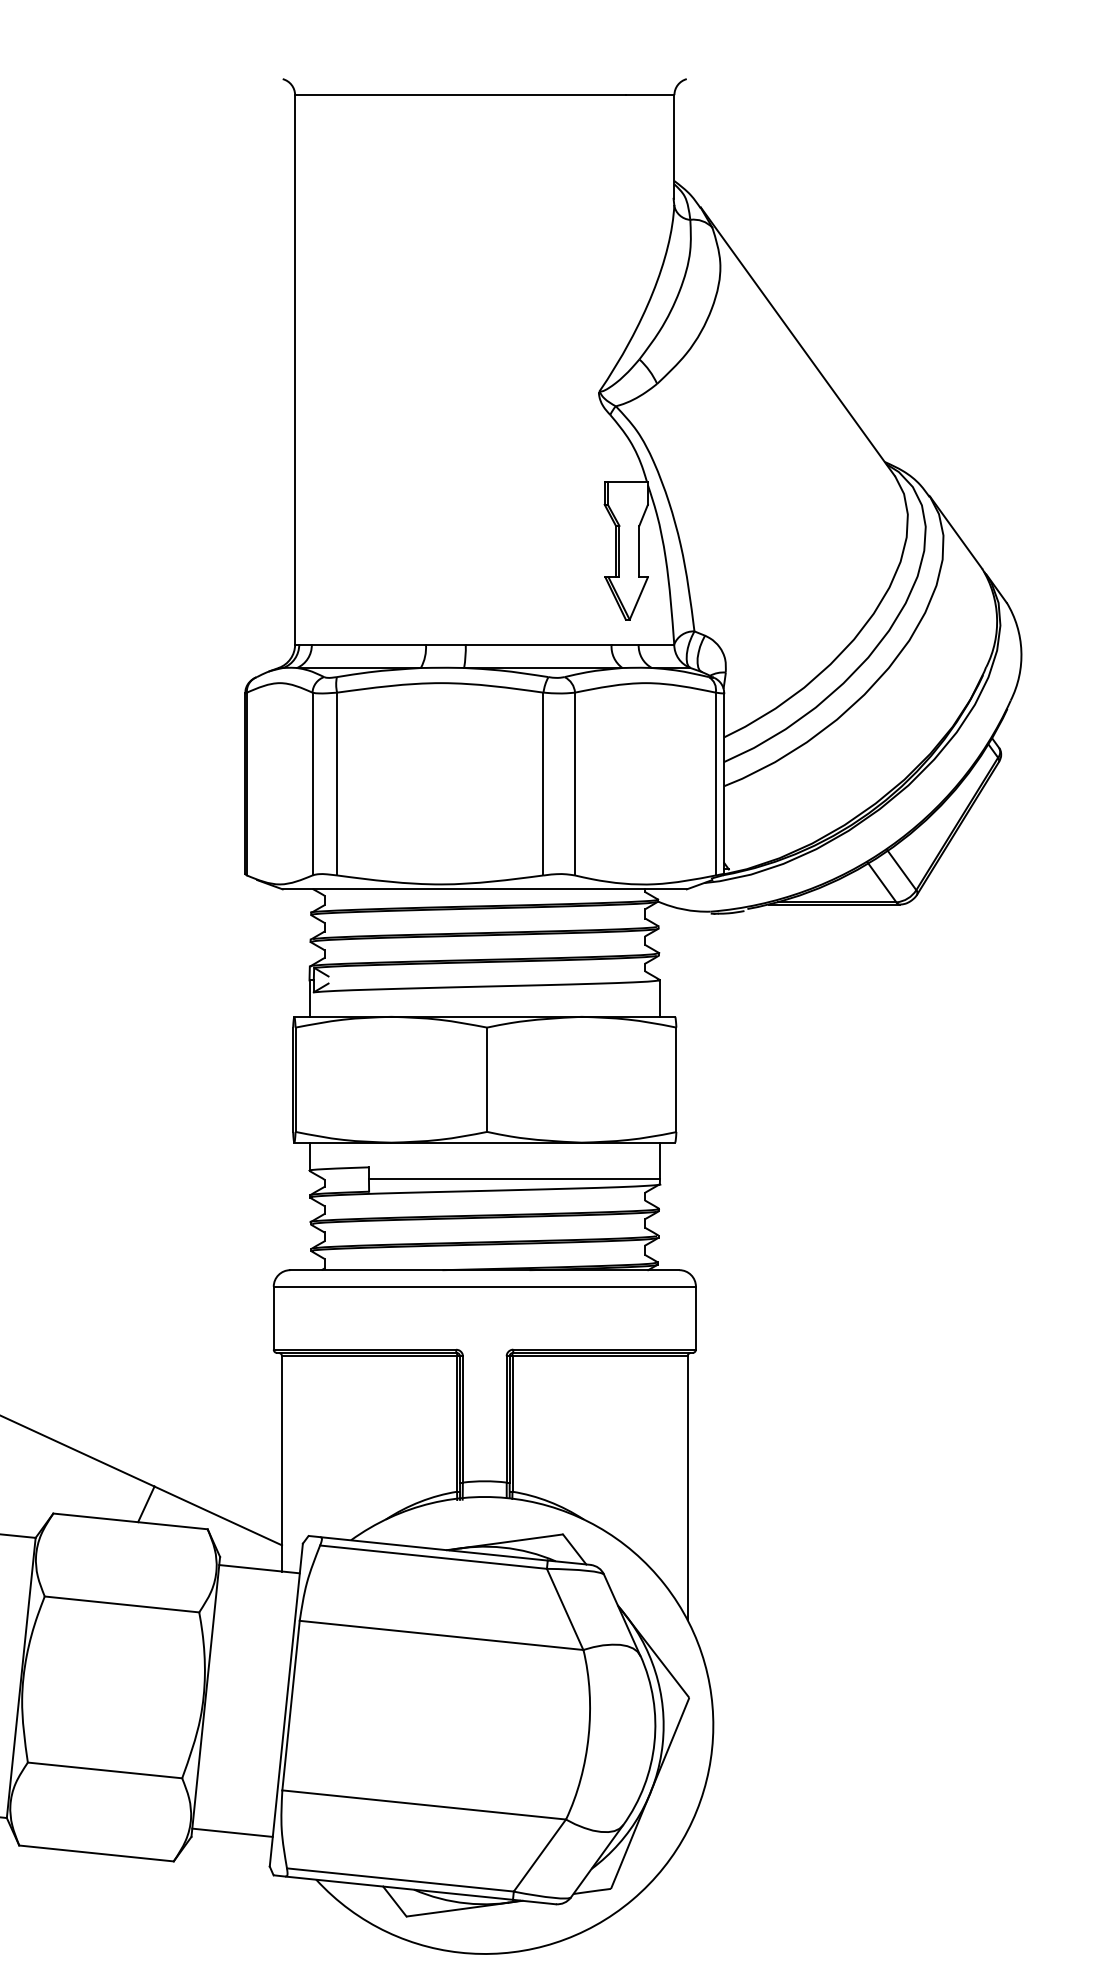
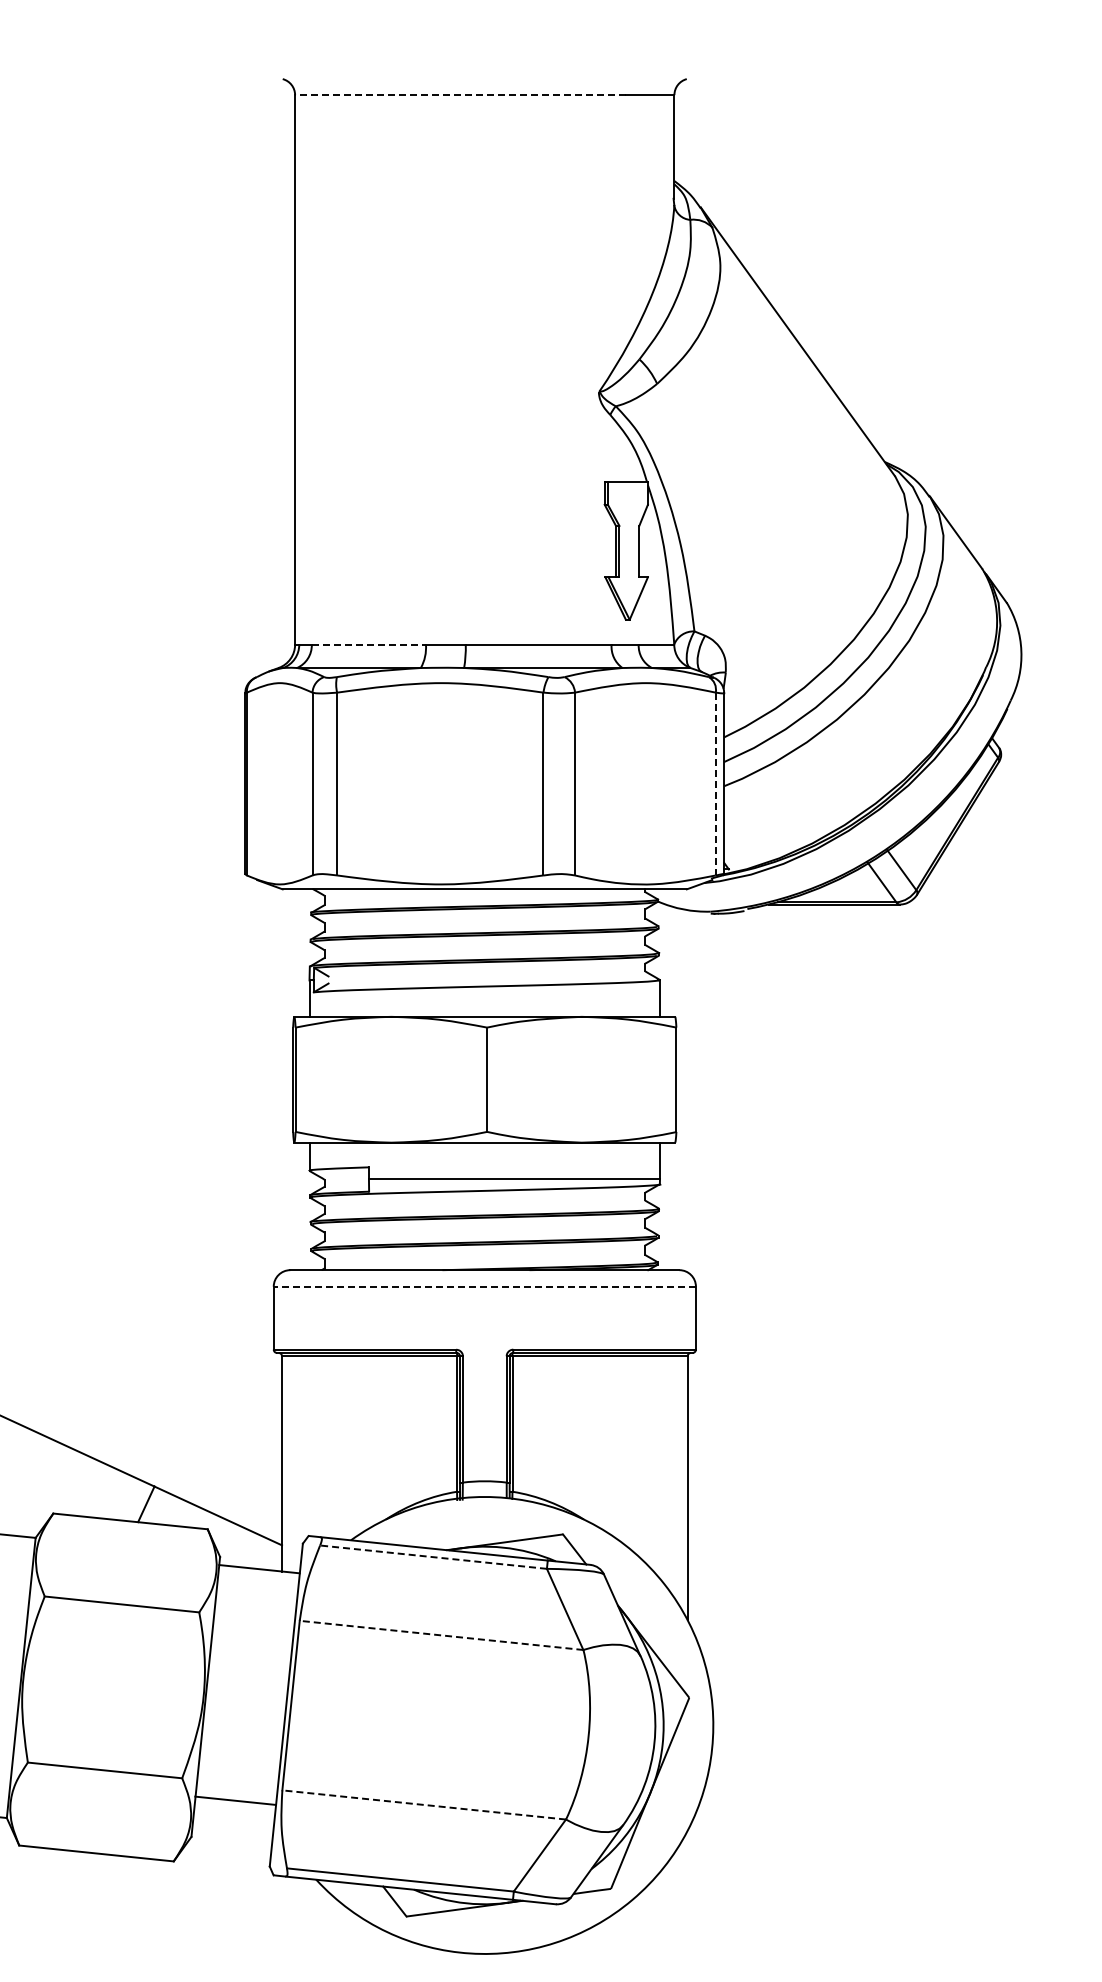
line at (460, 95): solid -> dashed
line at (369, 644): solid -> dashed
line at (715, 784): solid -> dashed
line at (484, 1286): solid -> dashed
line at (433, 1557): solid -> dashed
line at (441, 1635): solid -> dashed
line at (424, 1804): solid -> dashed
line at (232, 1832) position: (232, 1832) -> (235, 1800)
